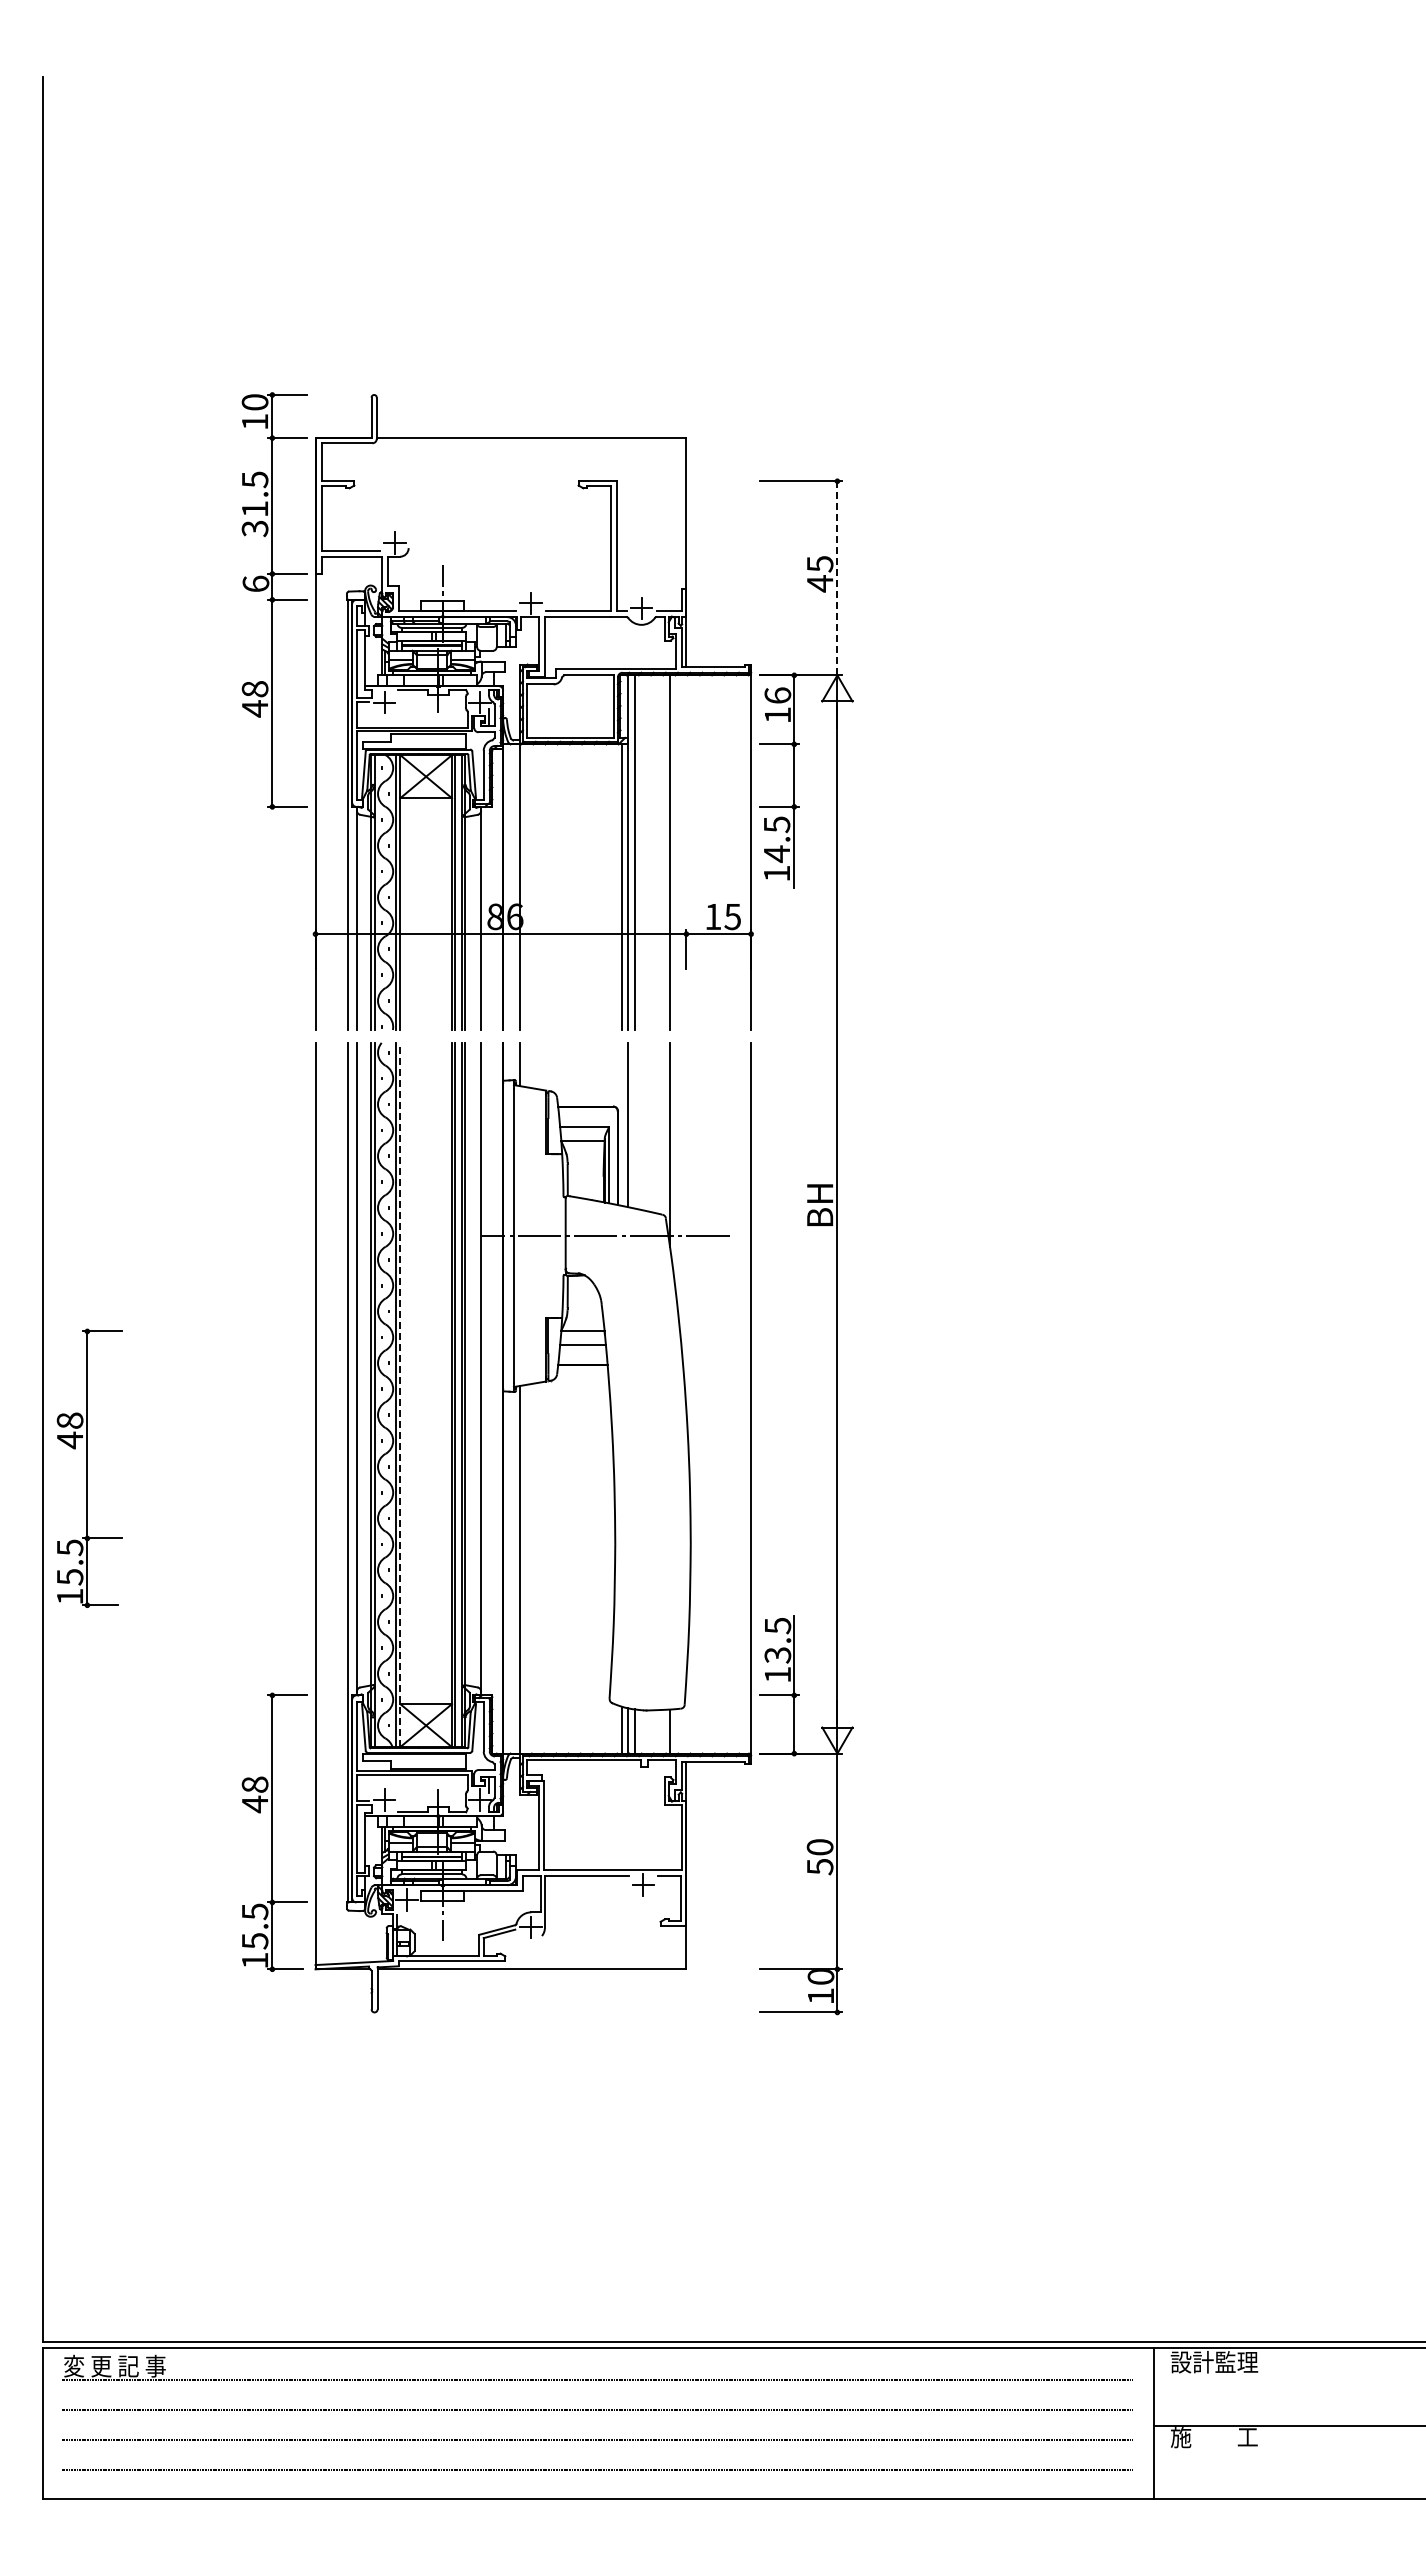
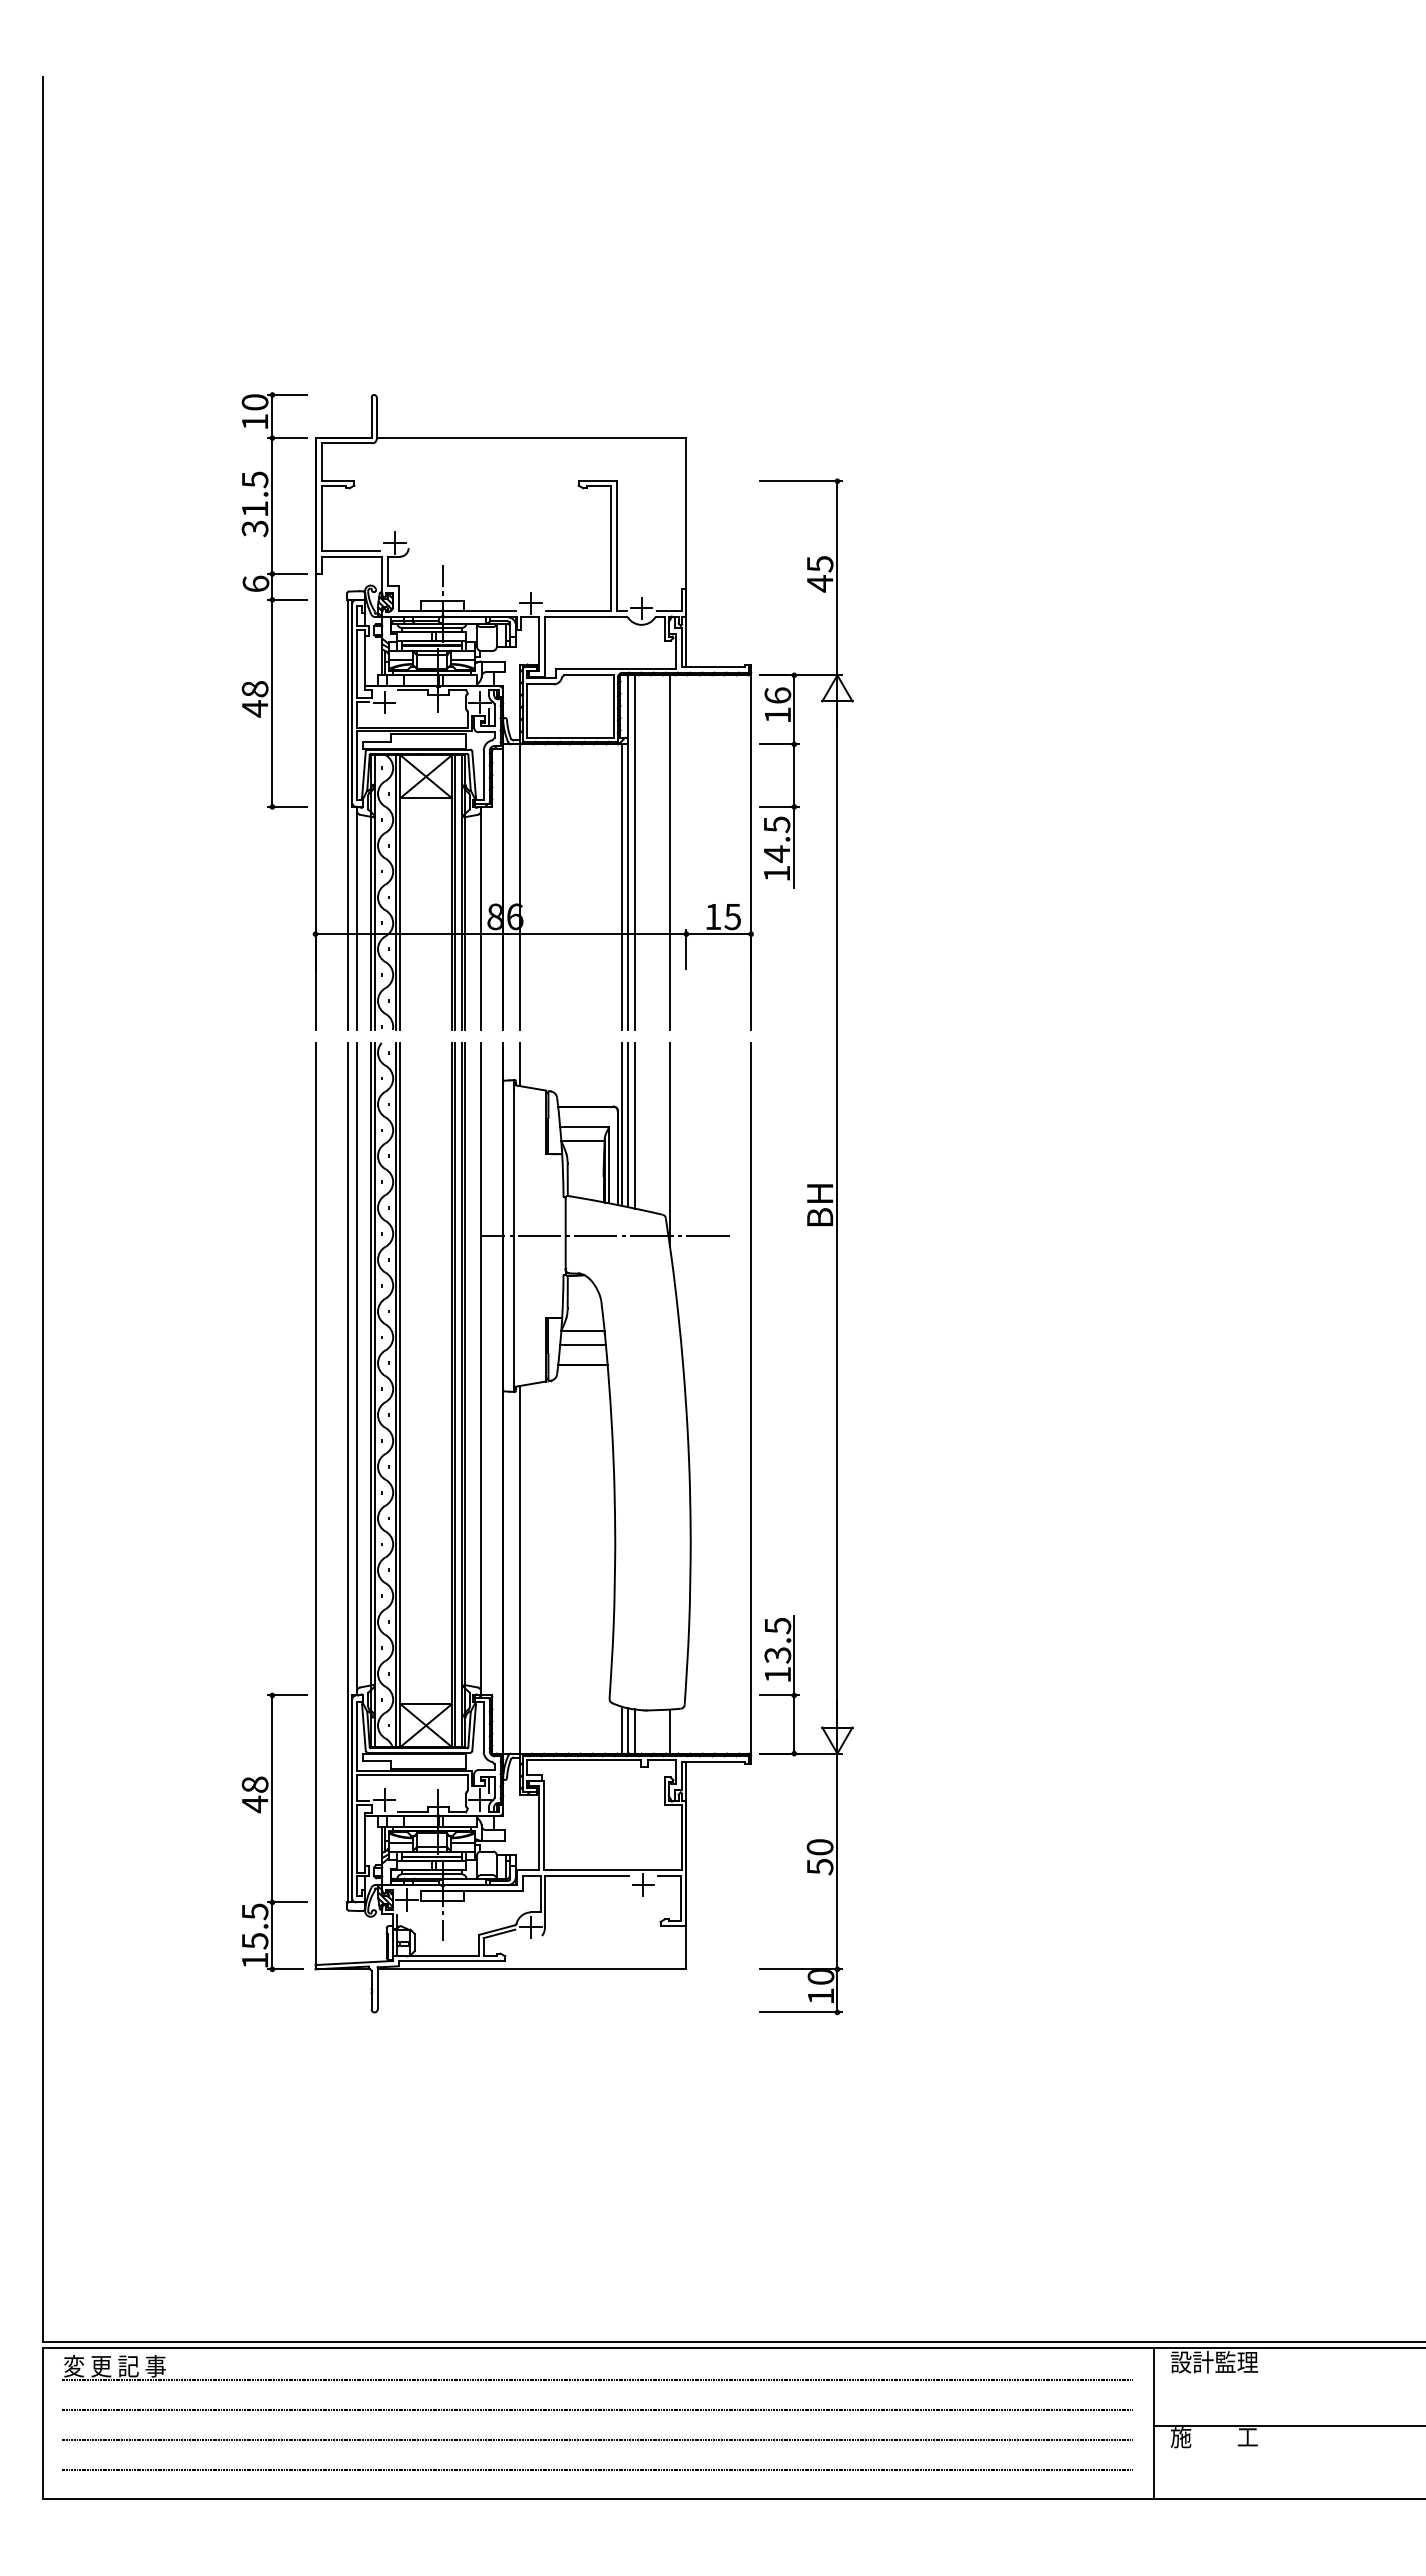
line at (837, 577): dashed -> solid
line at (621, 1123): none -> present
line at (634, 1125): none -> present
line at (400, 1394): dashed -> solid
part at (89, 1467): present -> none
